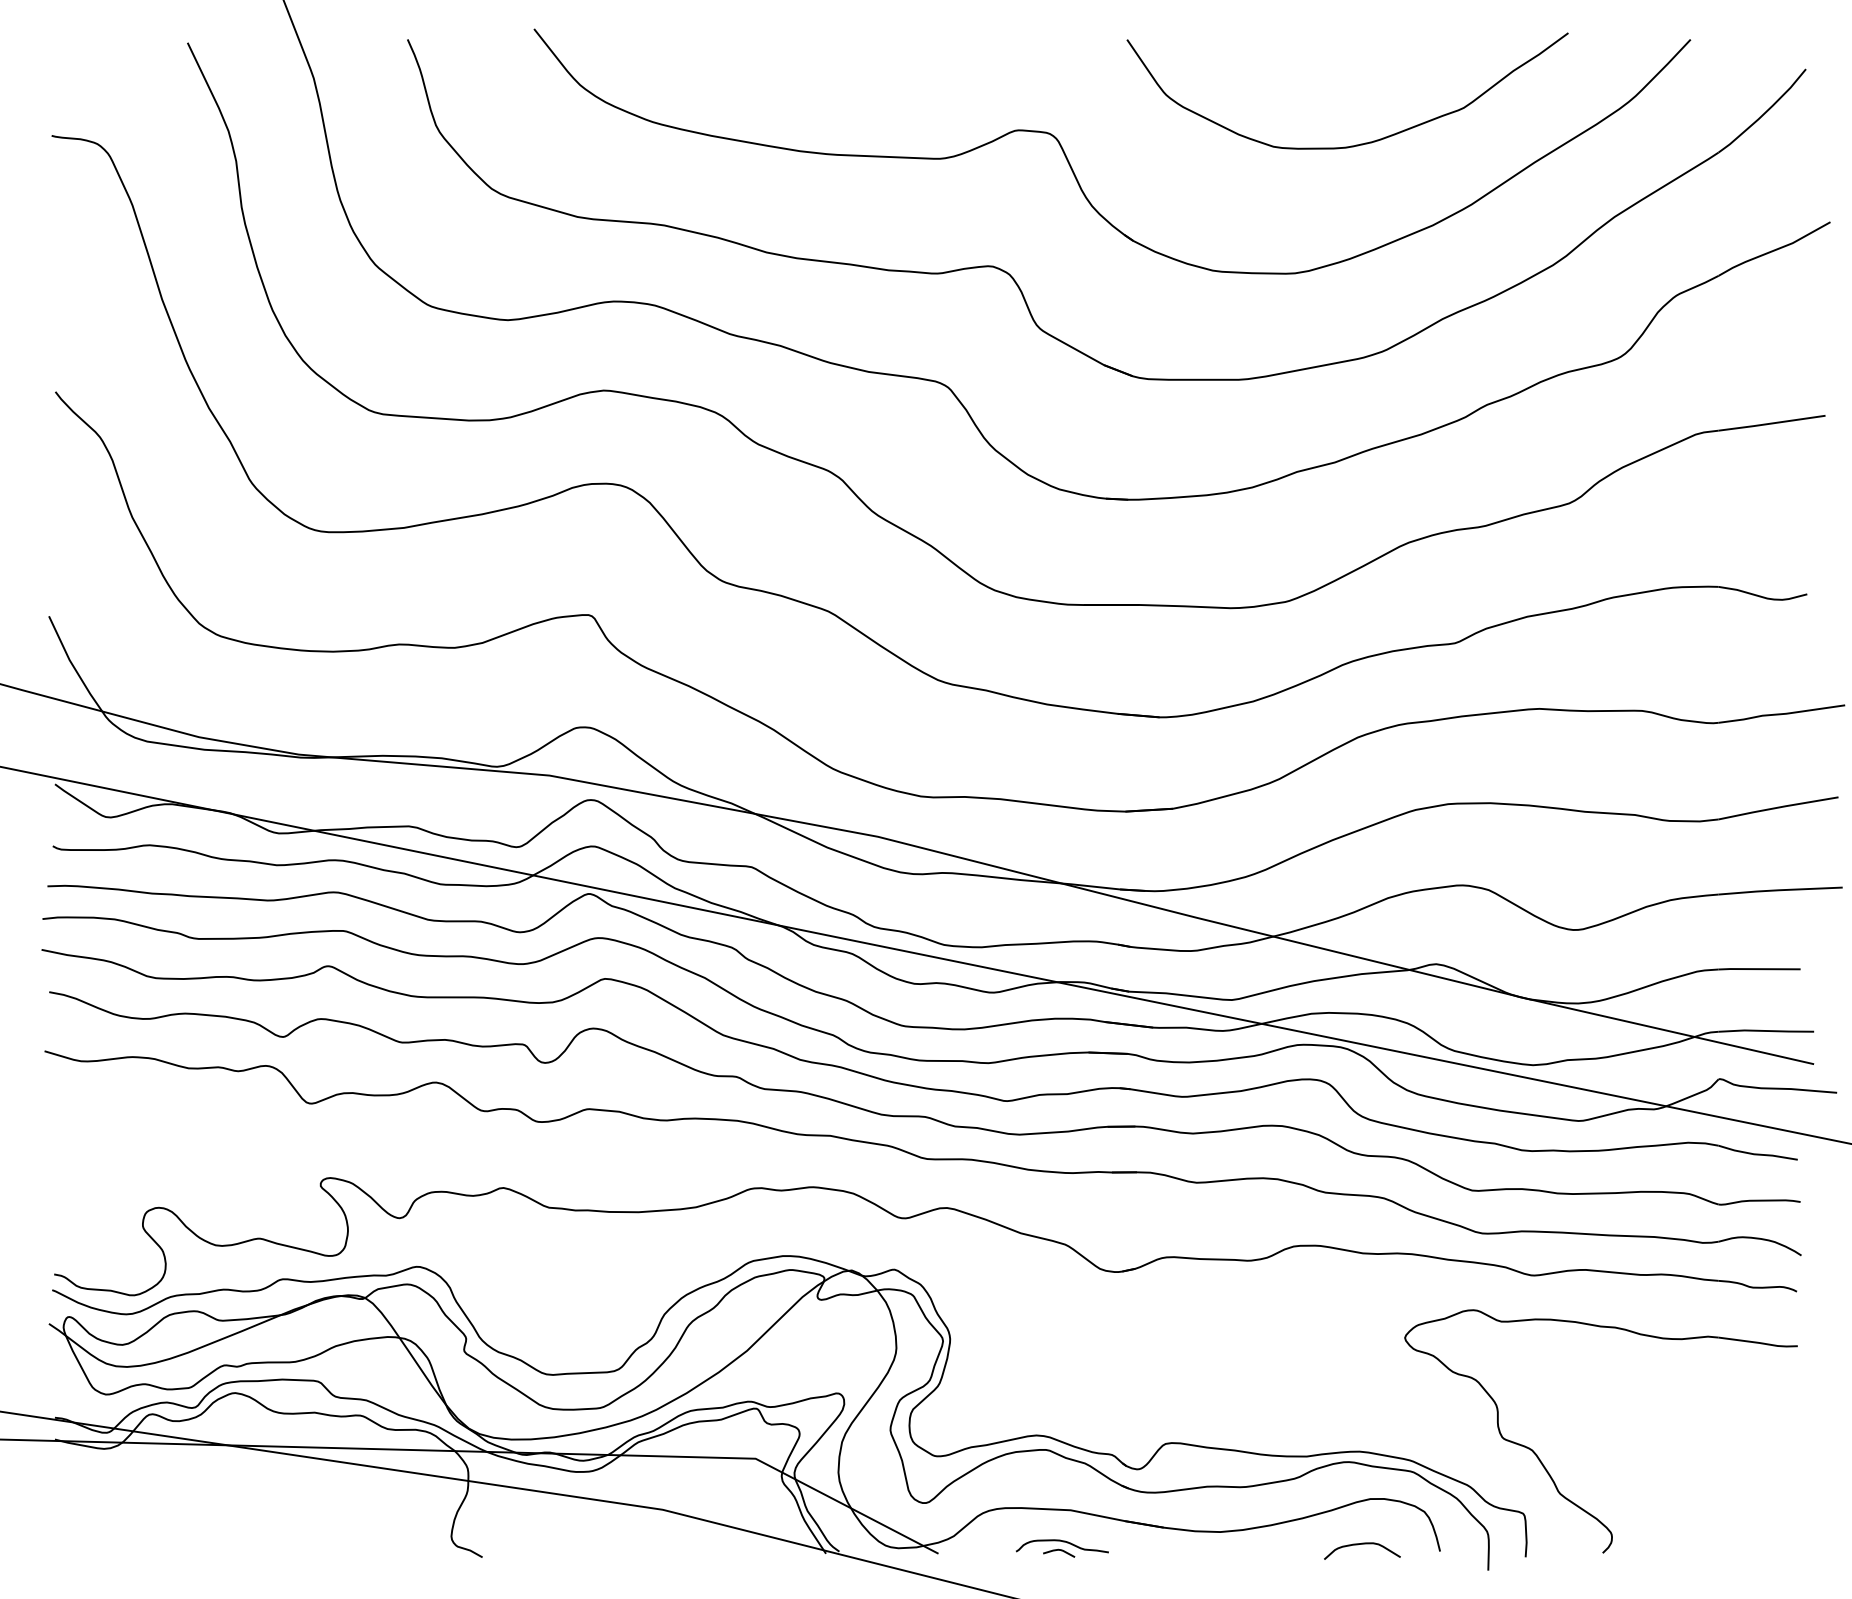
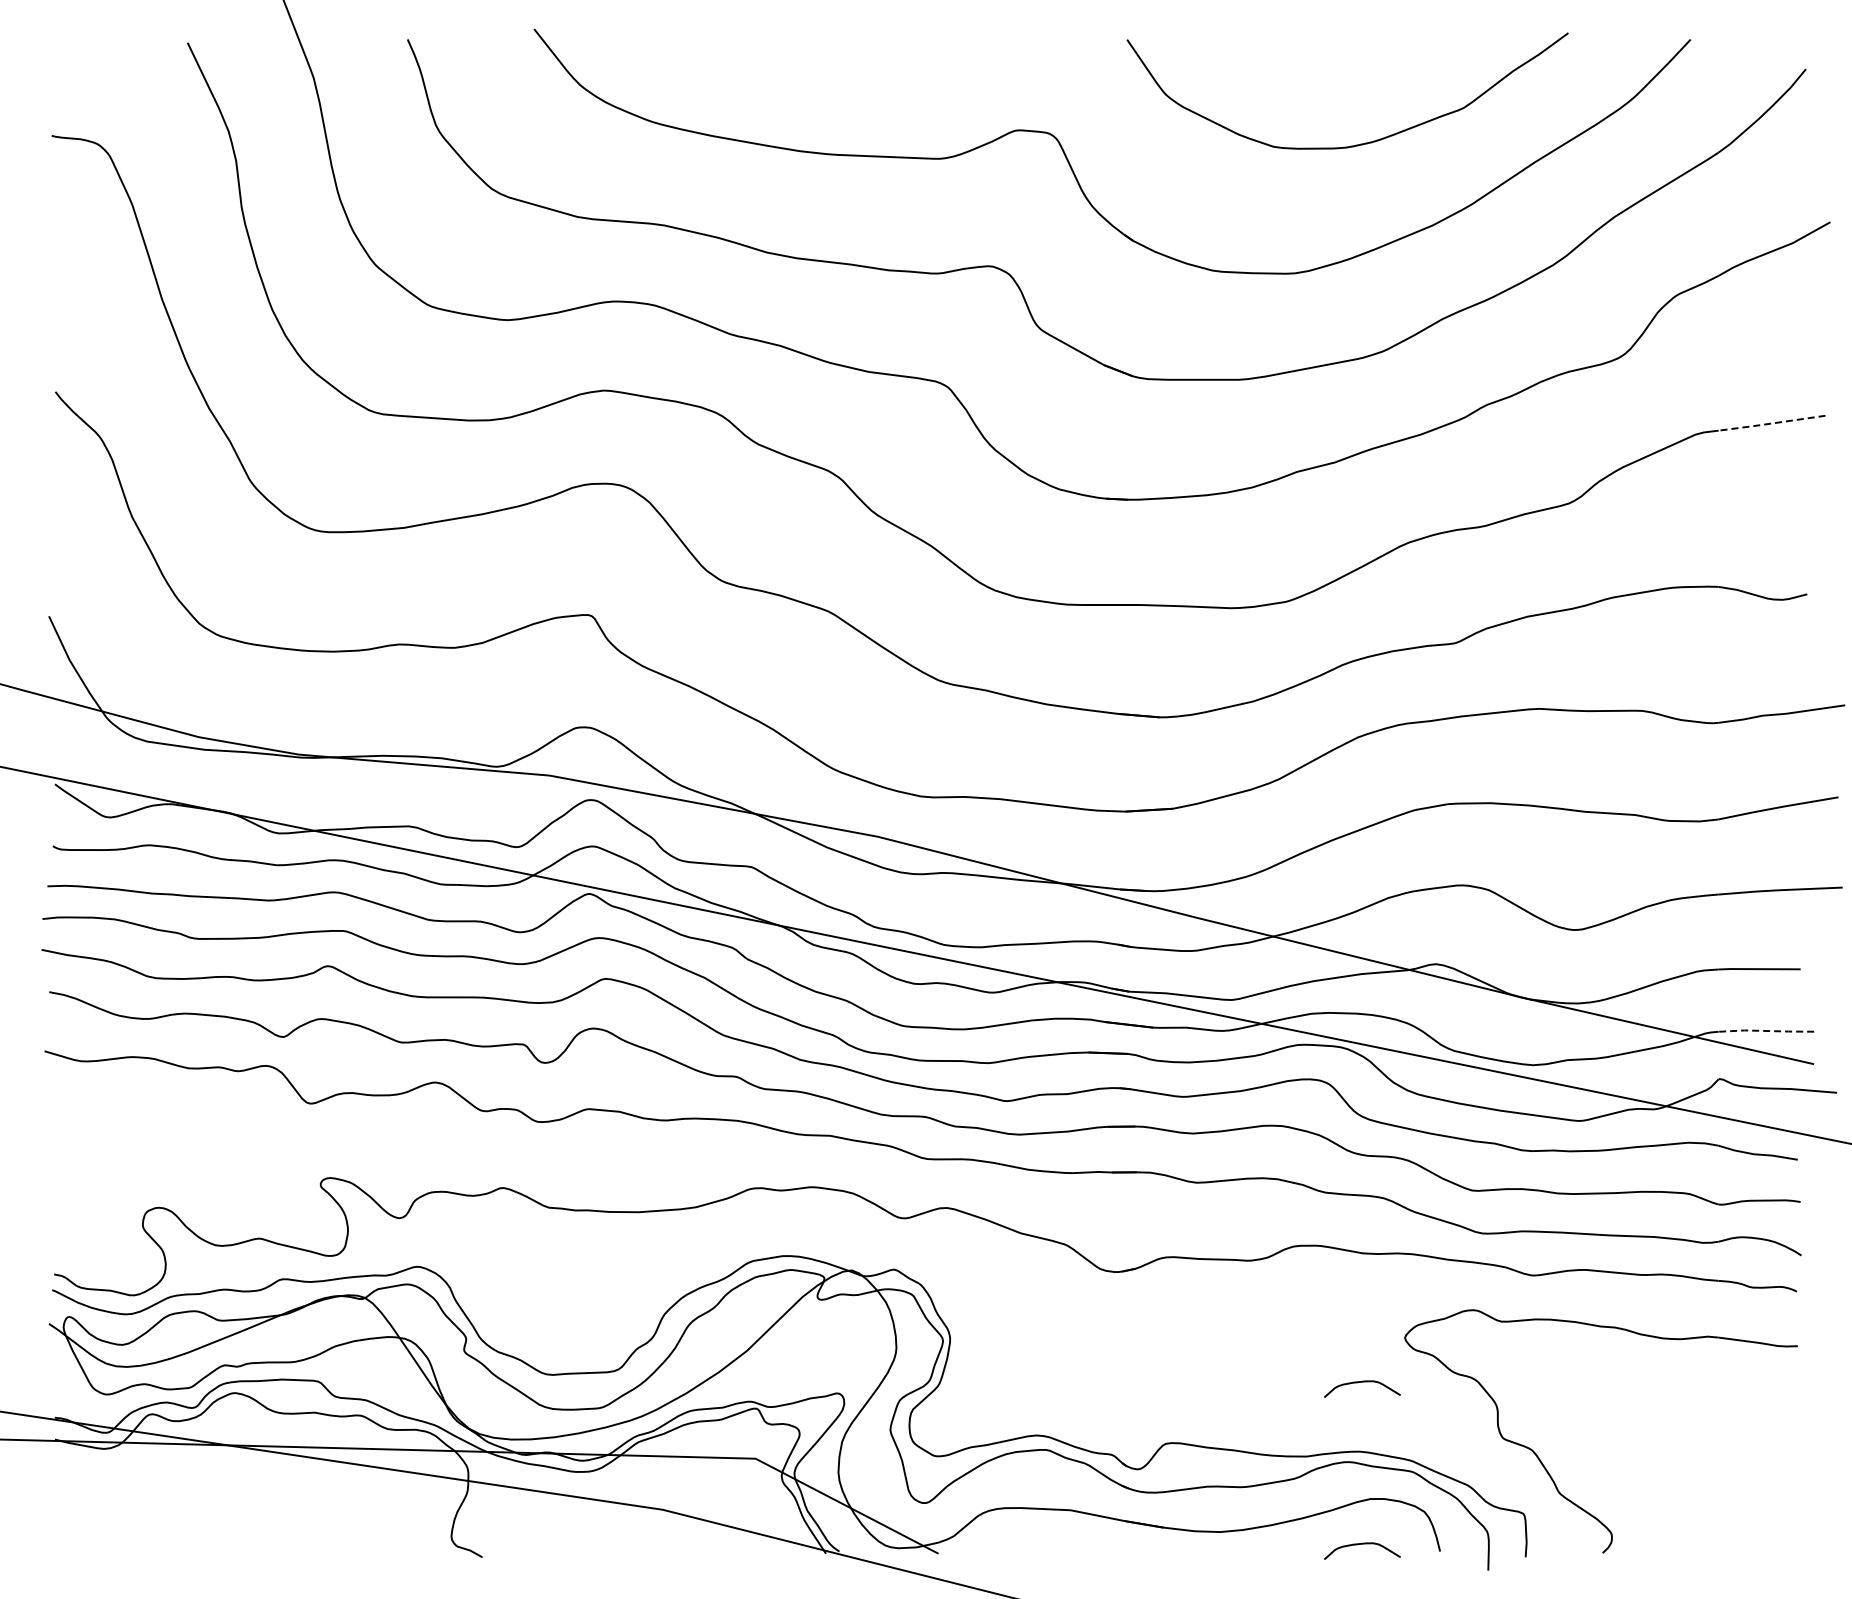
line at (1771, 423): solid -> dashed
line at (1766, 1030): solid -> dashed
curve at (1362, 1382): none -> present
part at (1062, 1548): present -> none
